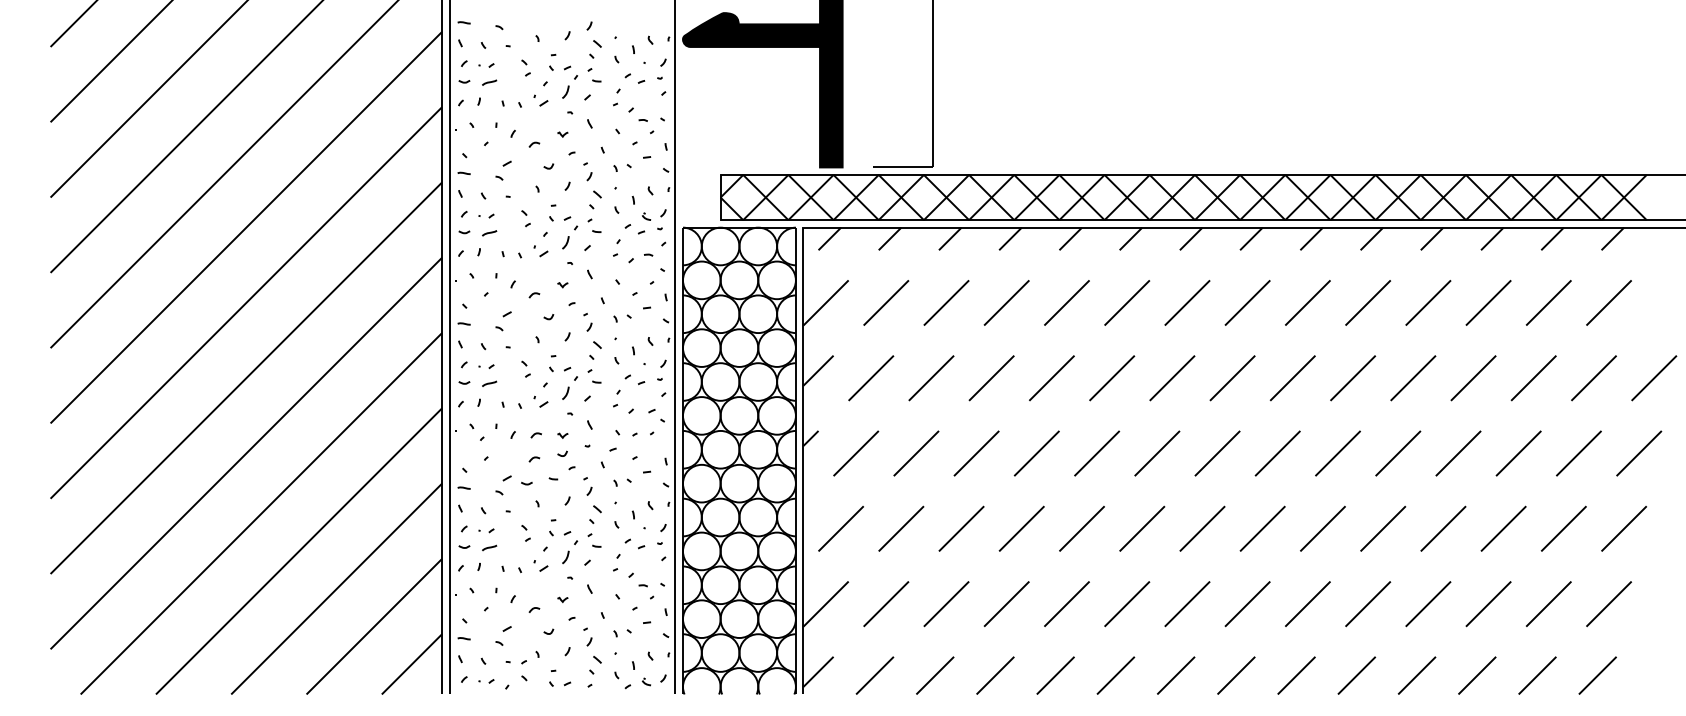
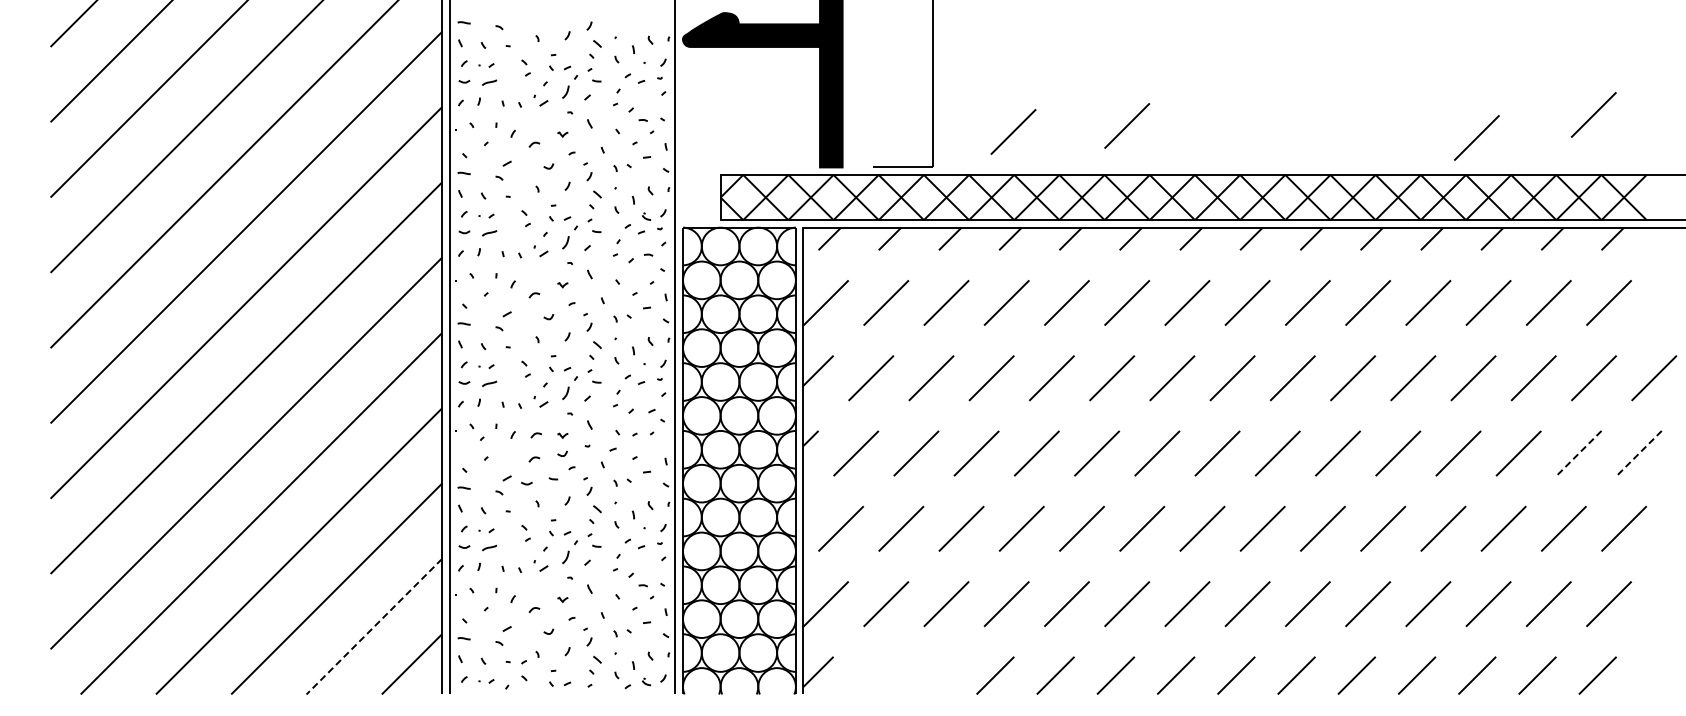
line at (1593, 114): none -> present
line at (1127, 125): none -> present
line at (1013, 131): none -> present
line at (1476, 137): none -> present
line at (1578, 453): solid -> dashed
line at (1639, 453): solid -> dashed
line at (374, 626): solid -> dashed
line at (874, 675): present -> none
line at (935, 675): present -> none
